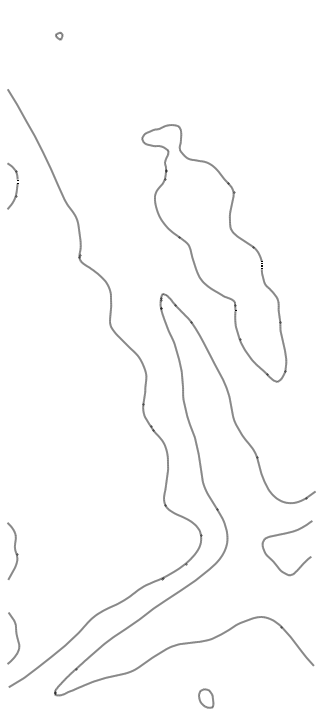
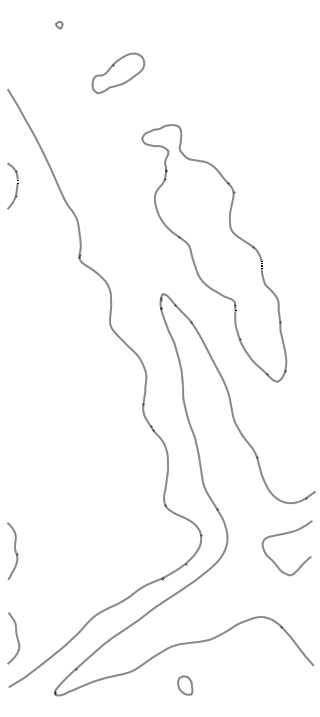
part at (59, 36) position: (59, 36) -> (59, 25)
part at (117, 72): none -> present
part at (206, 698) position: (206, 698) -> (185, 685)
